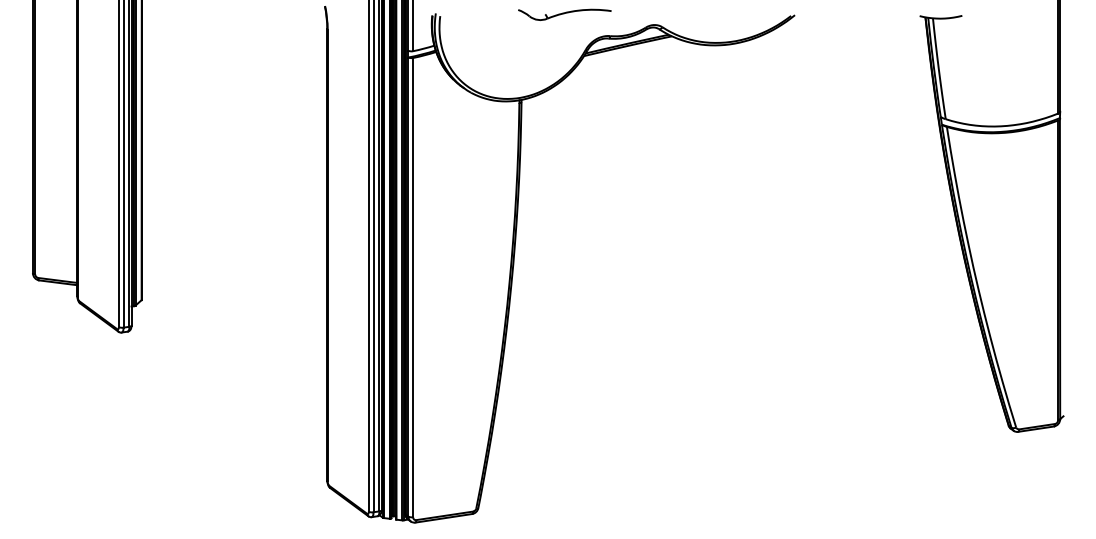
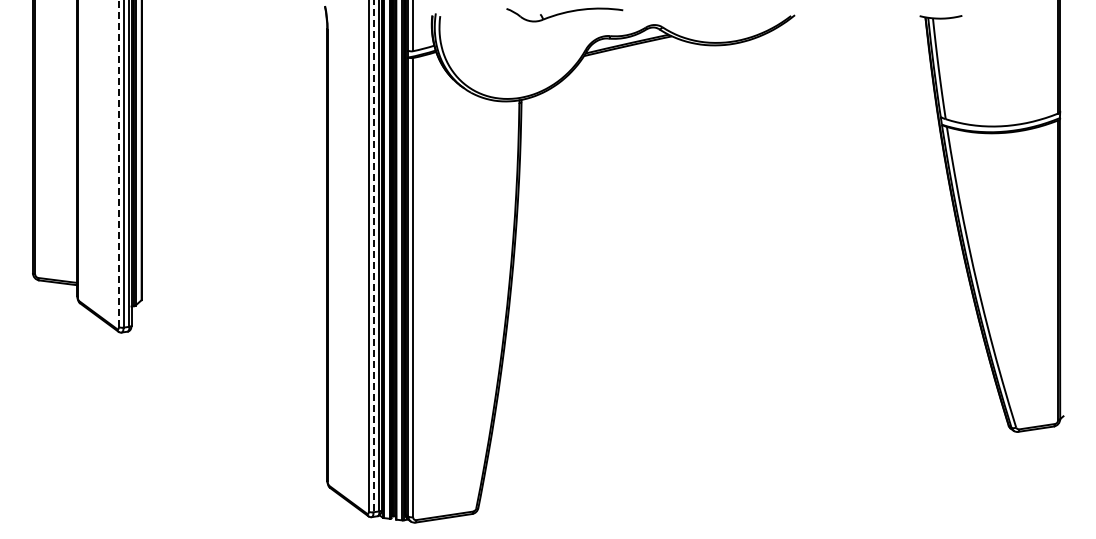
part at (564, 14) size: 94x13 px -> 118x16 px
line at (118, 163): solid -> dashed
line at (373, 256): solid -> dashed
